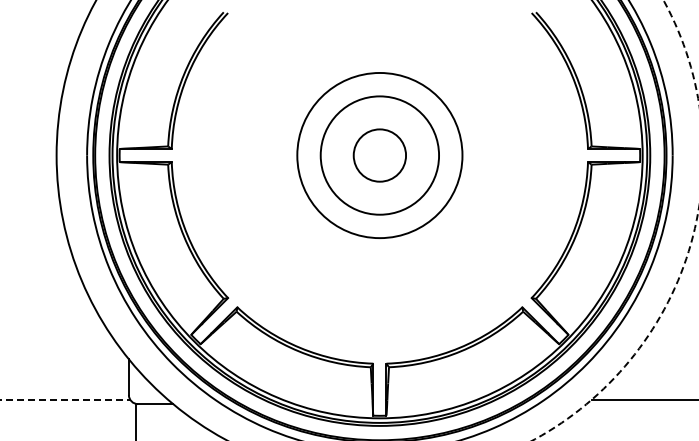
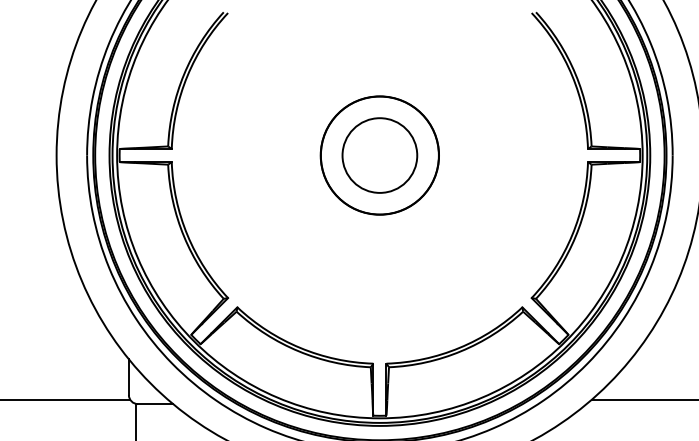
circle at (379, 155) diameter: 165 px -> 118 px
circle at (379, 155) diameter: 52 px -> 75 px
arc at (670, 296): dashed -> solid
line at (65, 399): dashed -> solid
